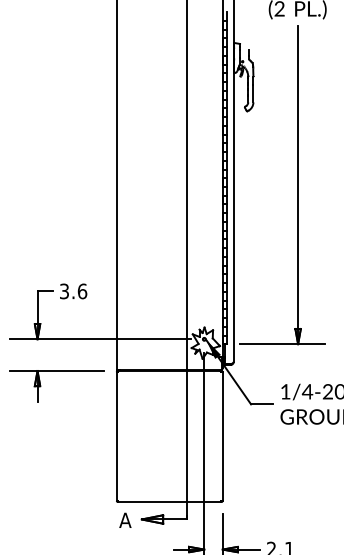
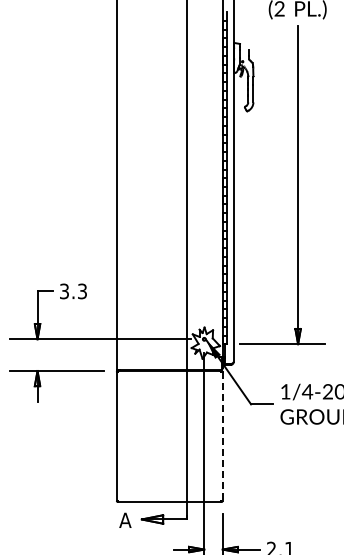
text at (82, 291): 3.6 -> 3.3
line at (222, 437): solid -> dashed
